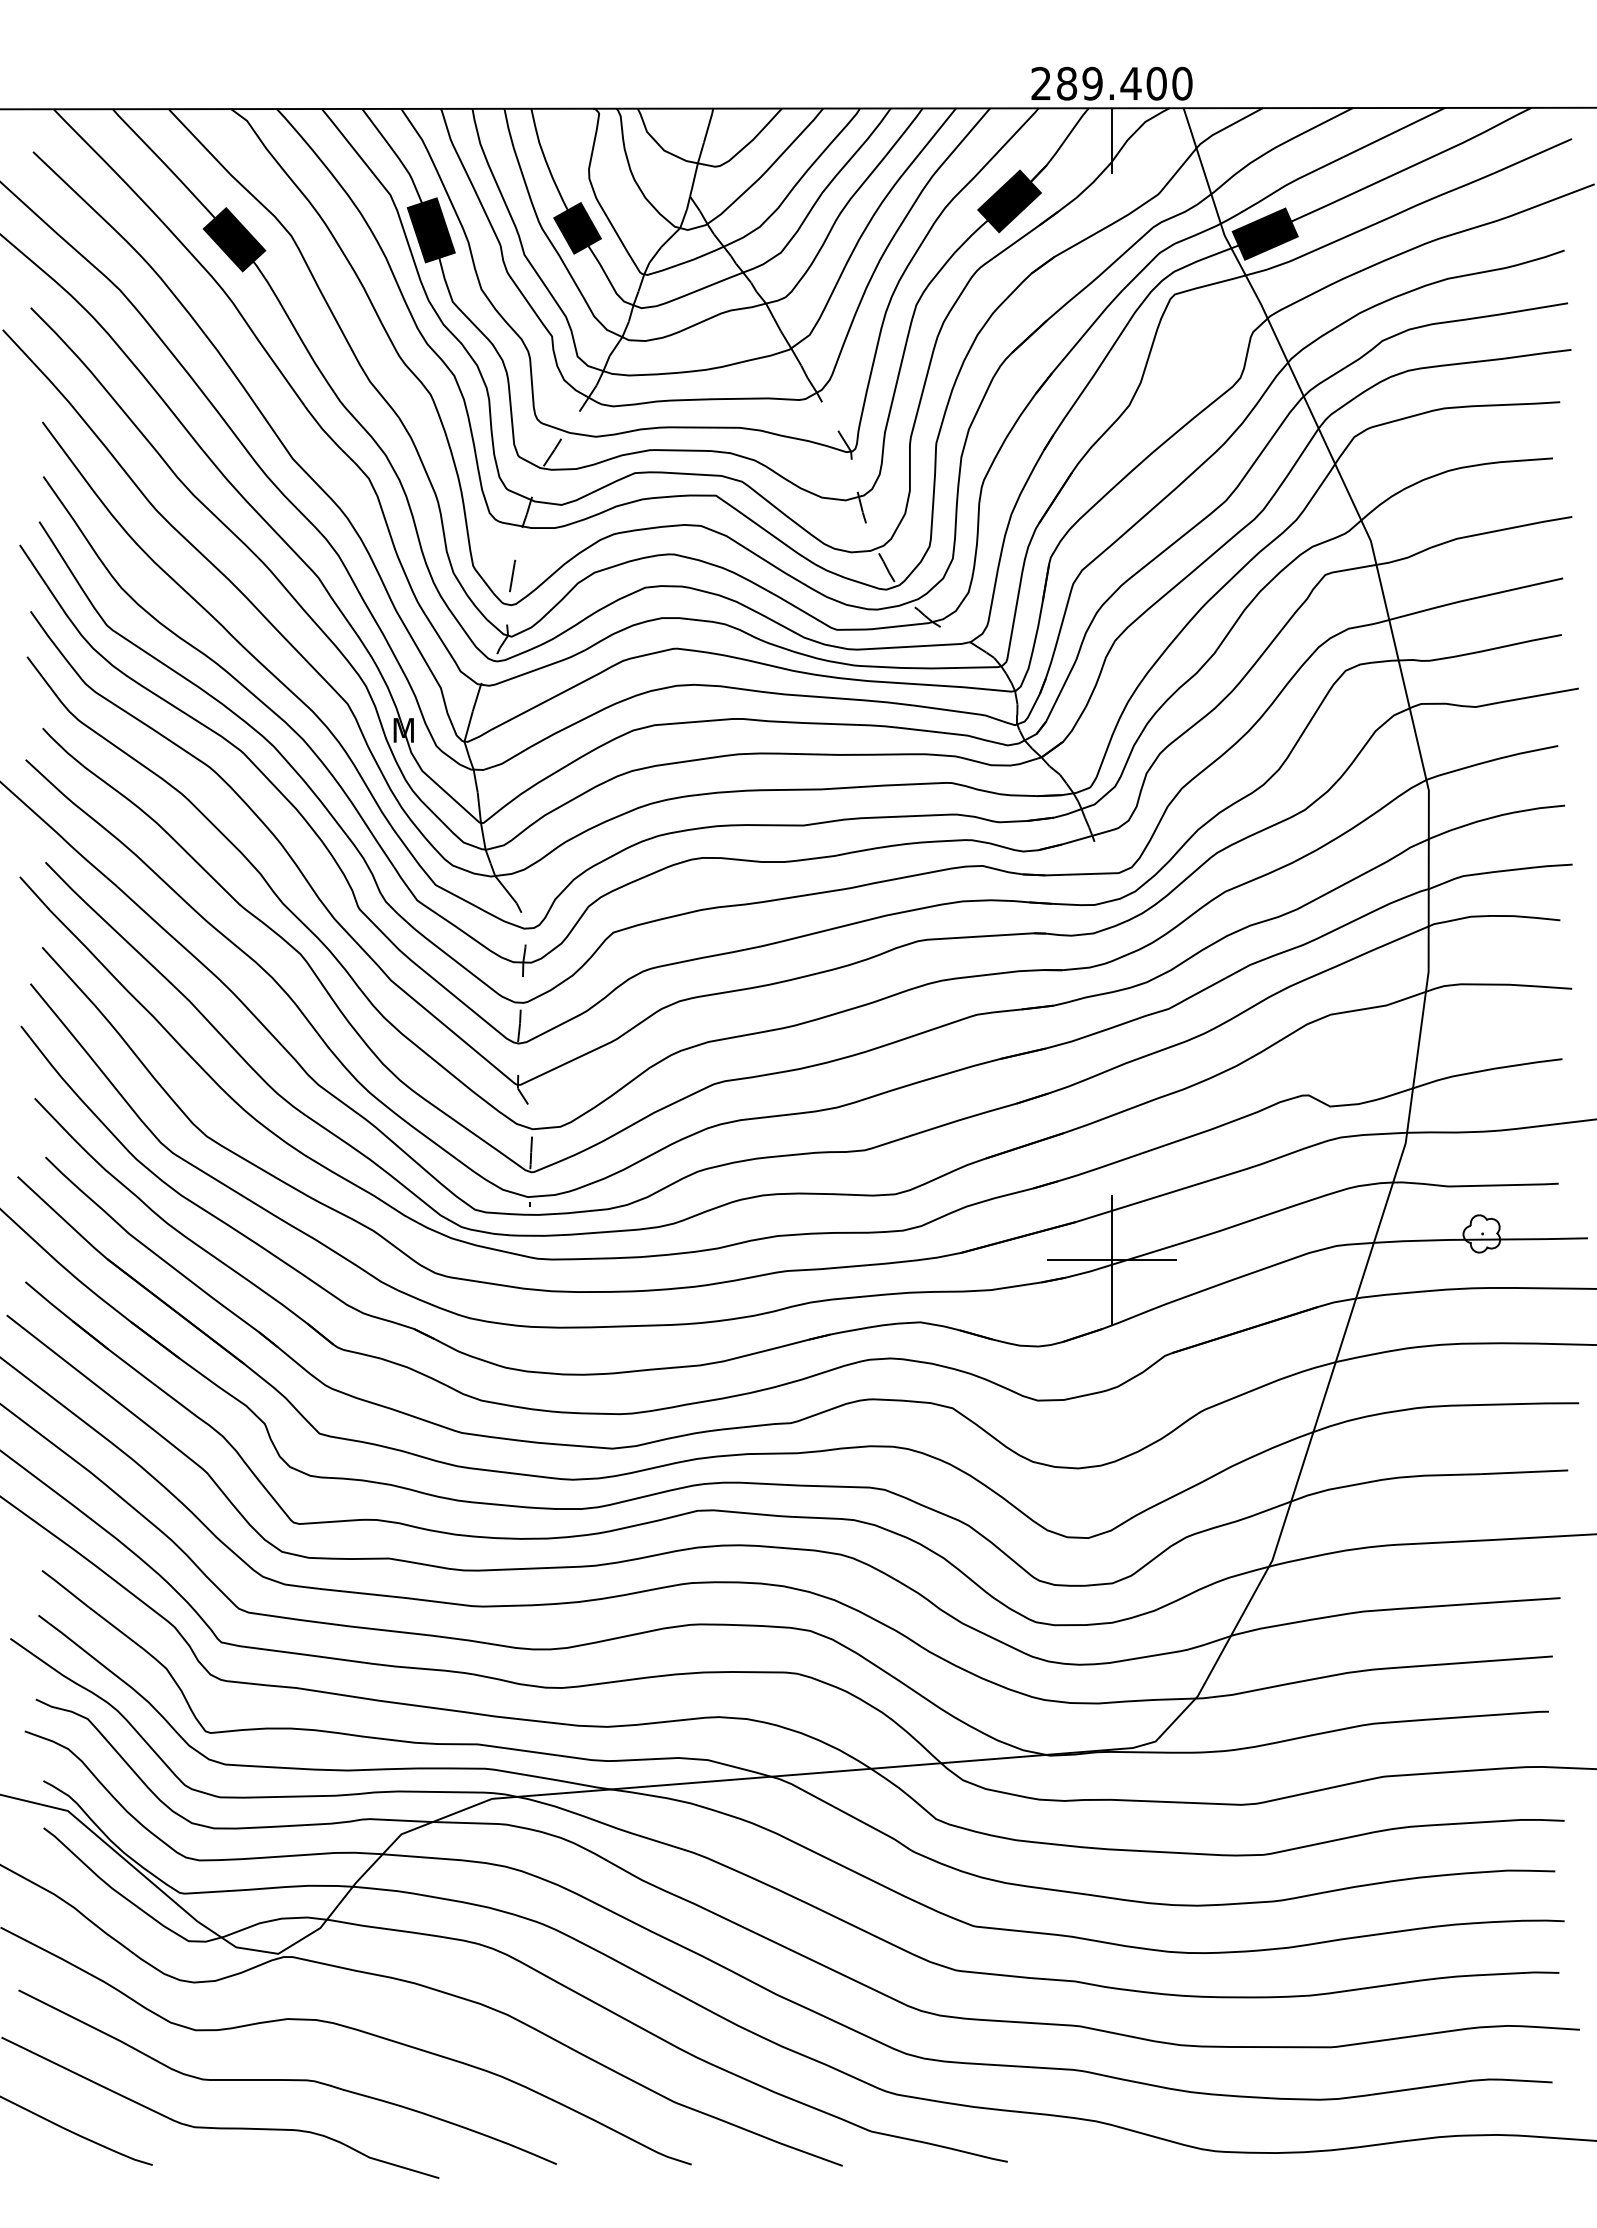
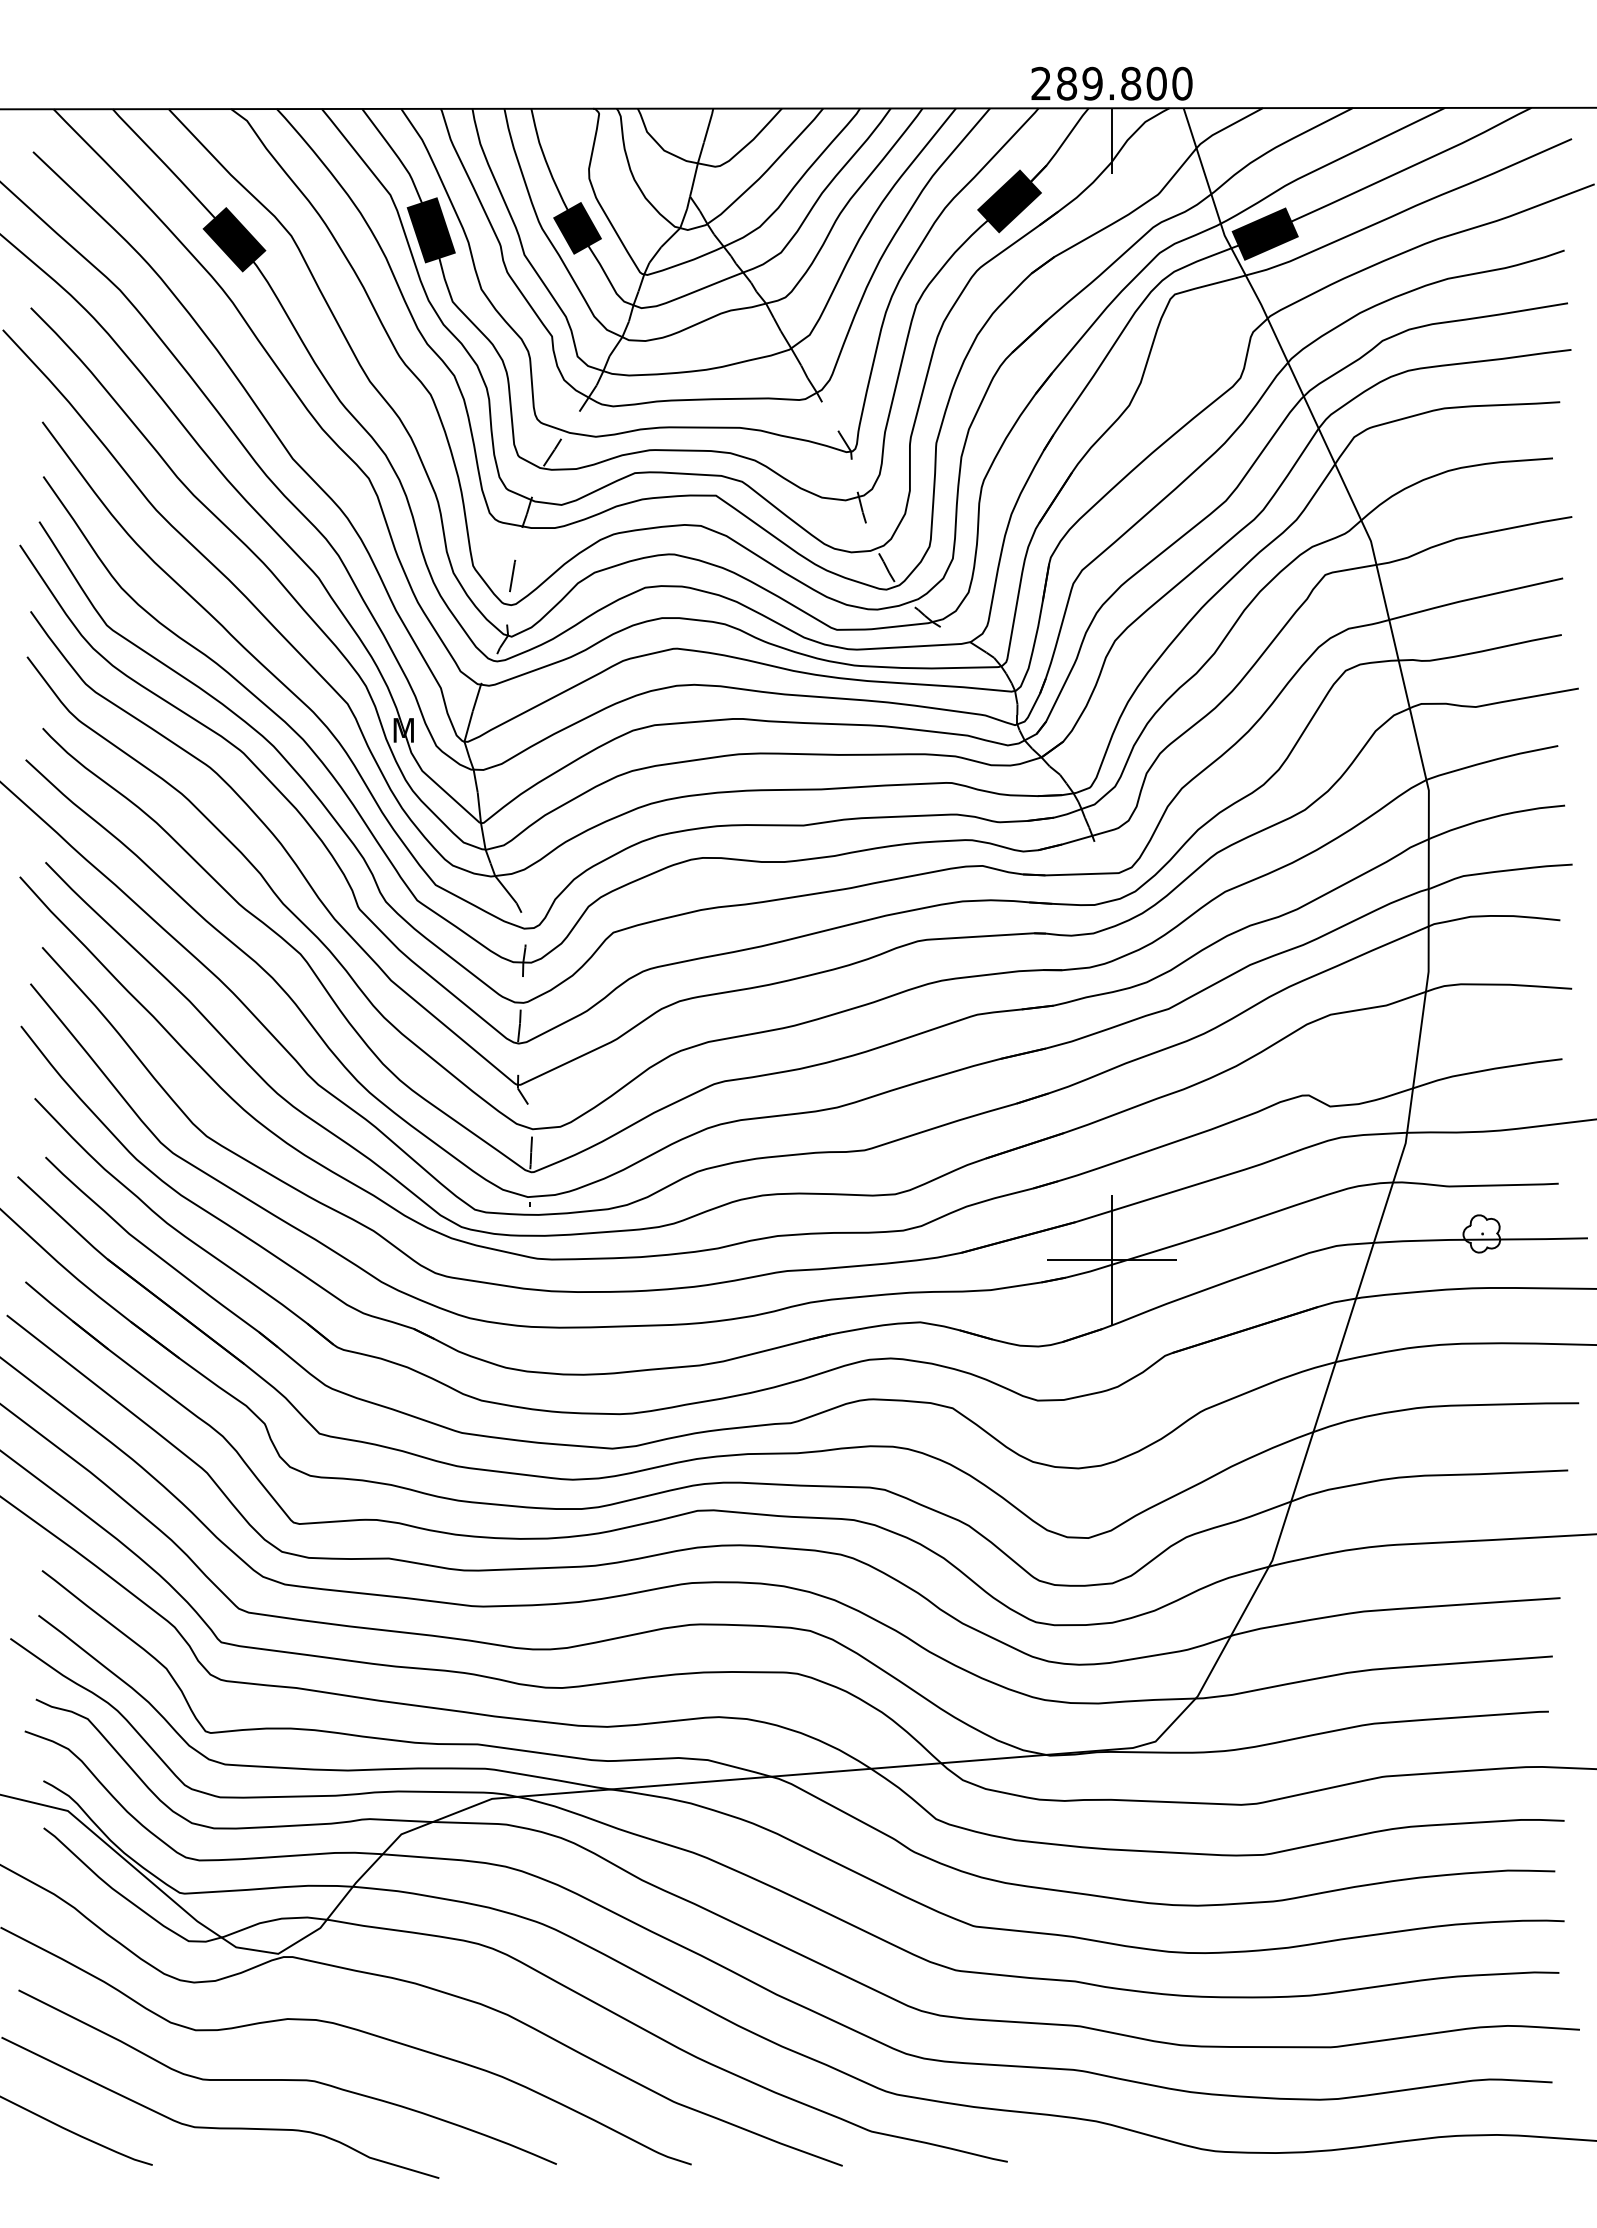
text at (1130, 83): 289.400 -> 289.800
